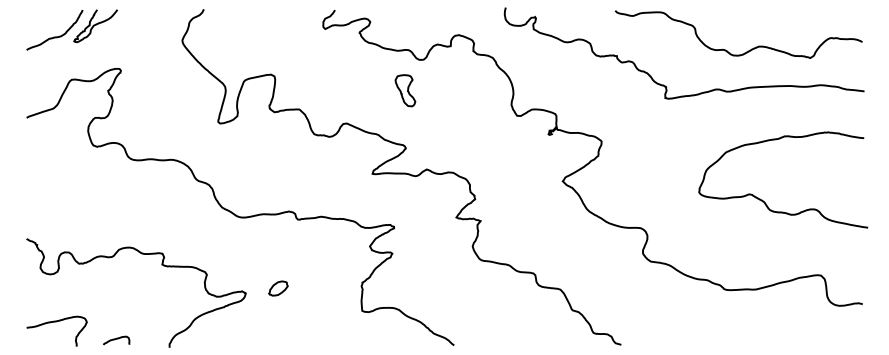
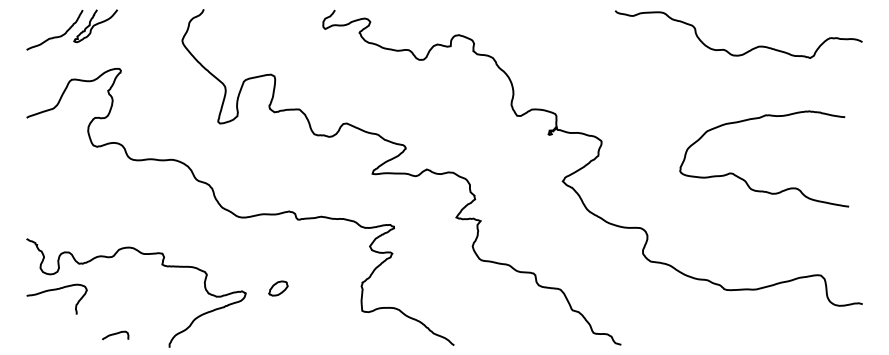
curve at (665, 85): present -> none
part at (405, 90): present -> none
curve at (762, 199) position: (762, 199) -> (743, 178)
curve at (56, 322) position: (56, 322) -> (56, 290)
curve at (116, 339) position: (116, 339) -> (115, 334)
